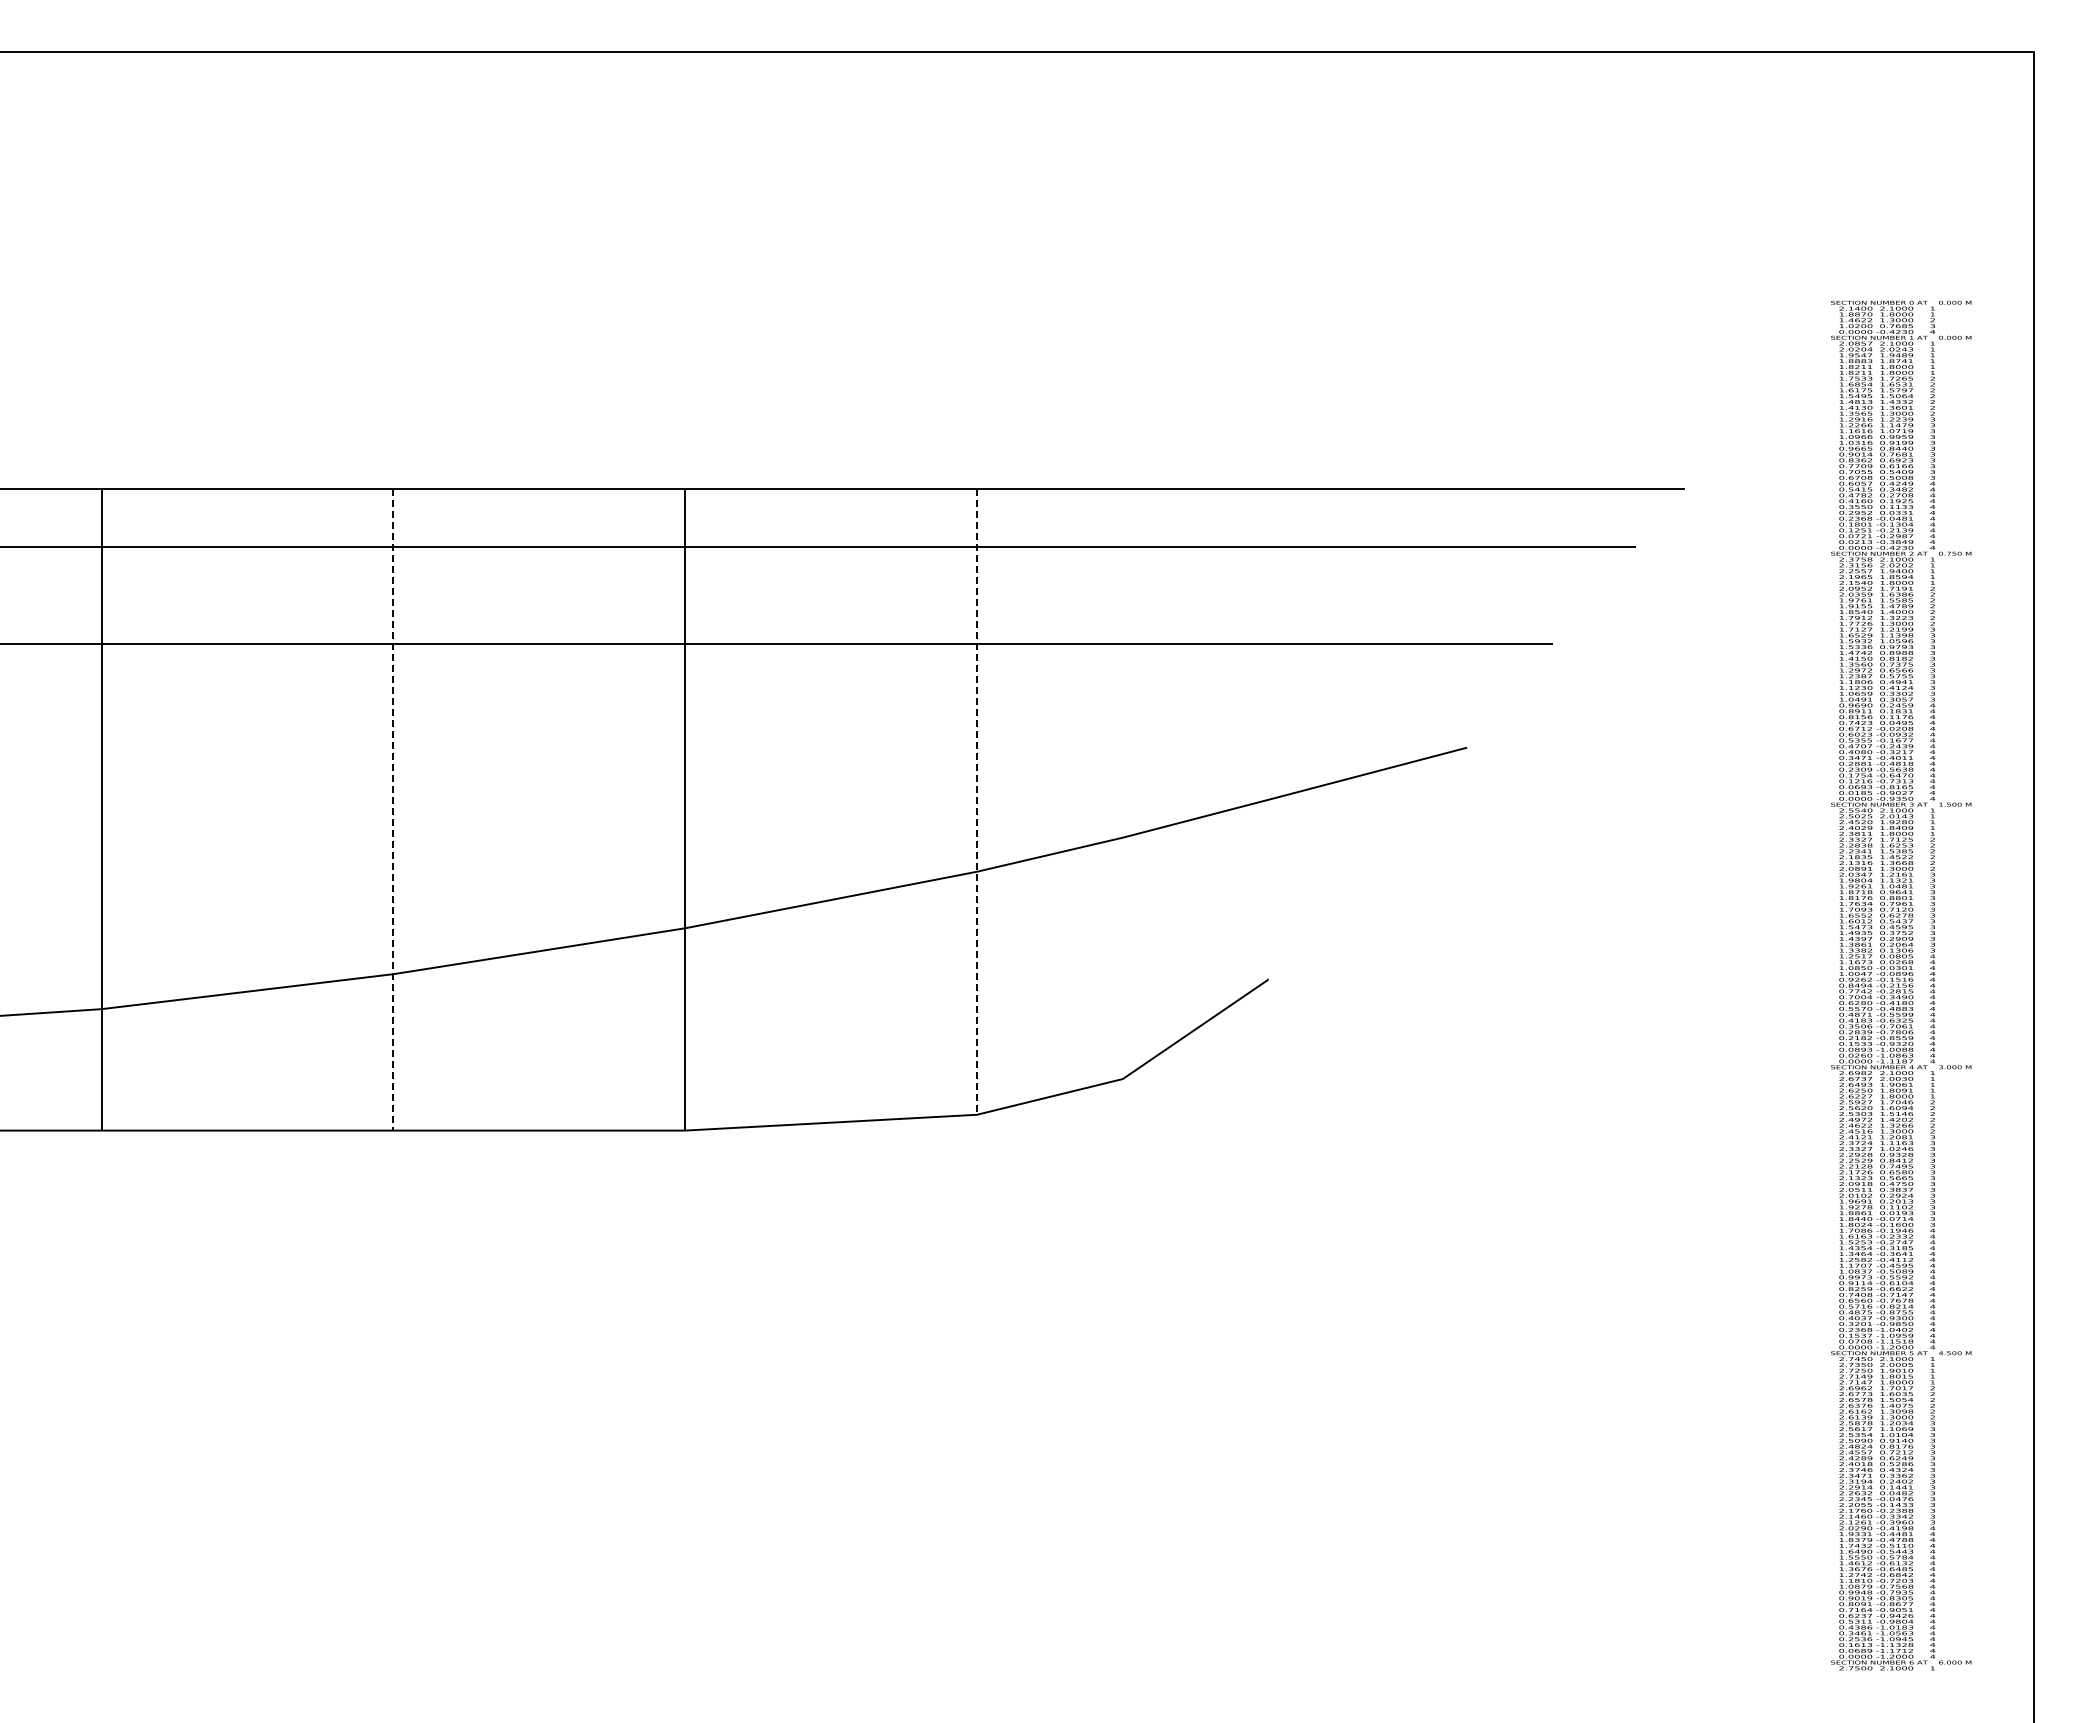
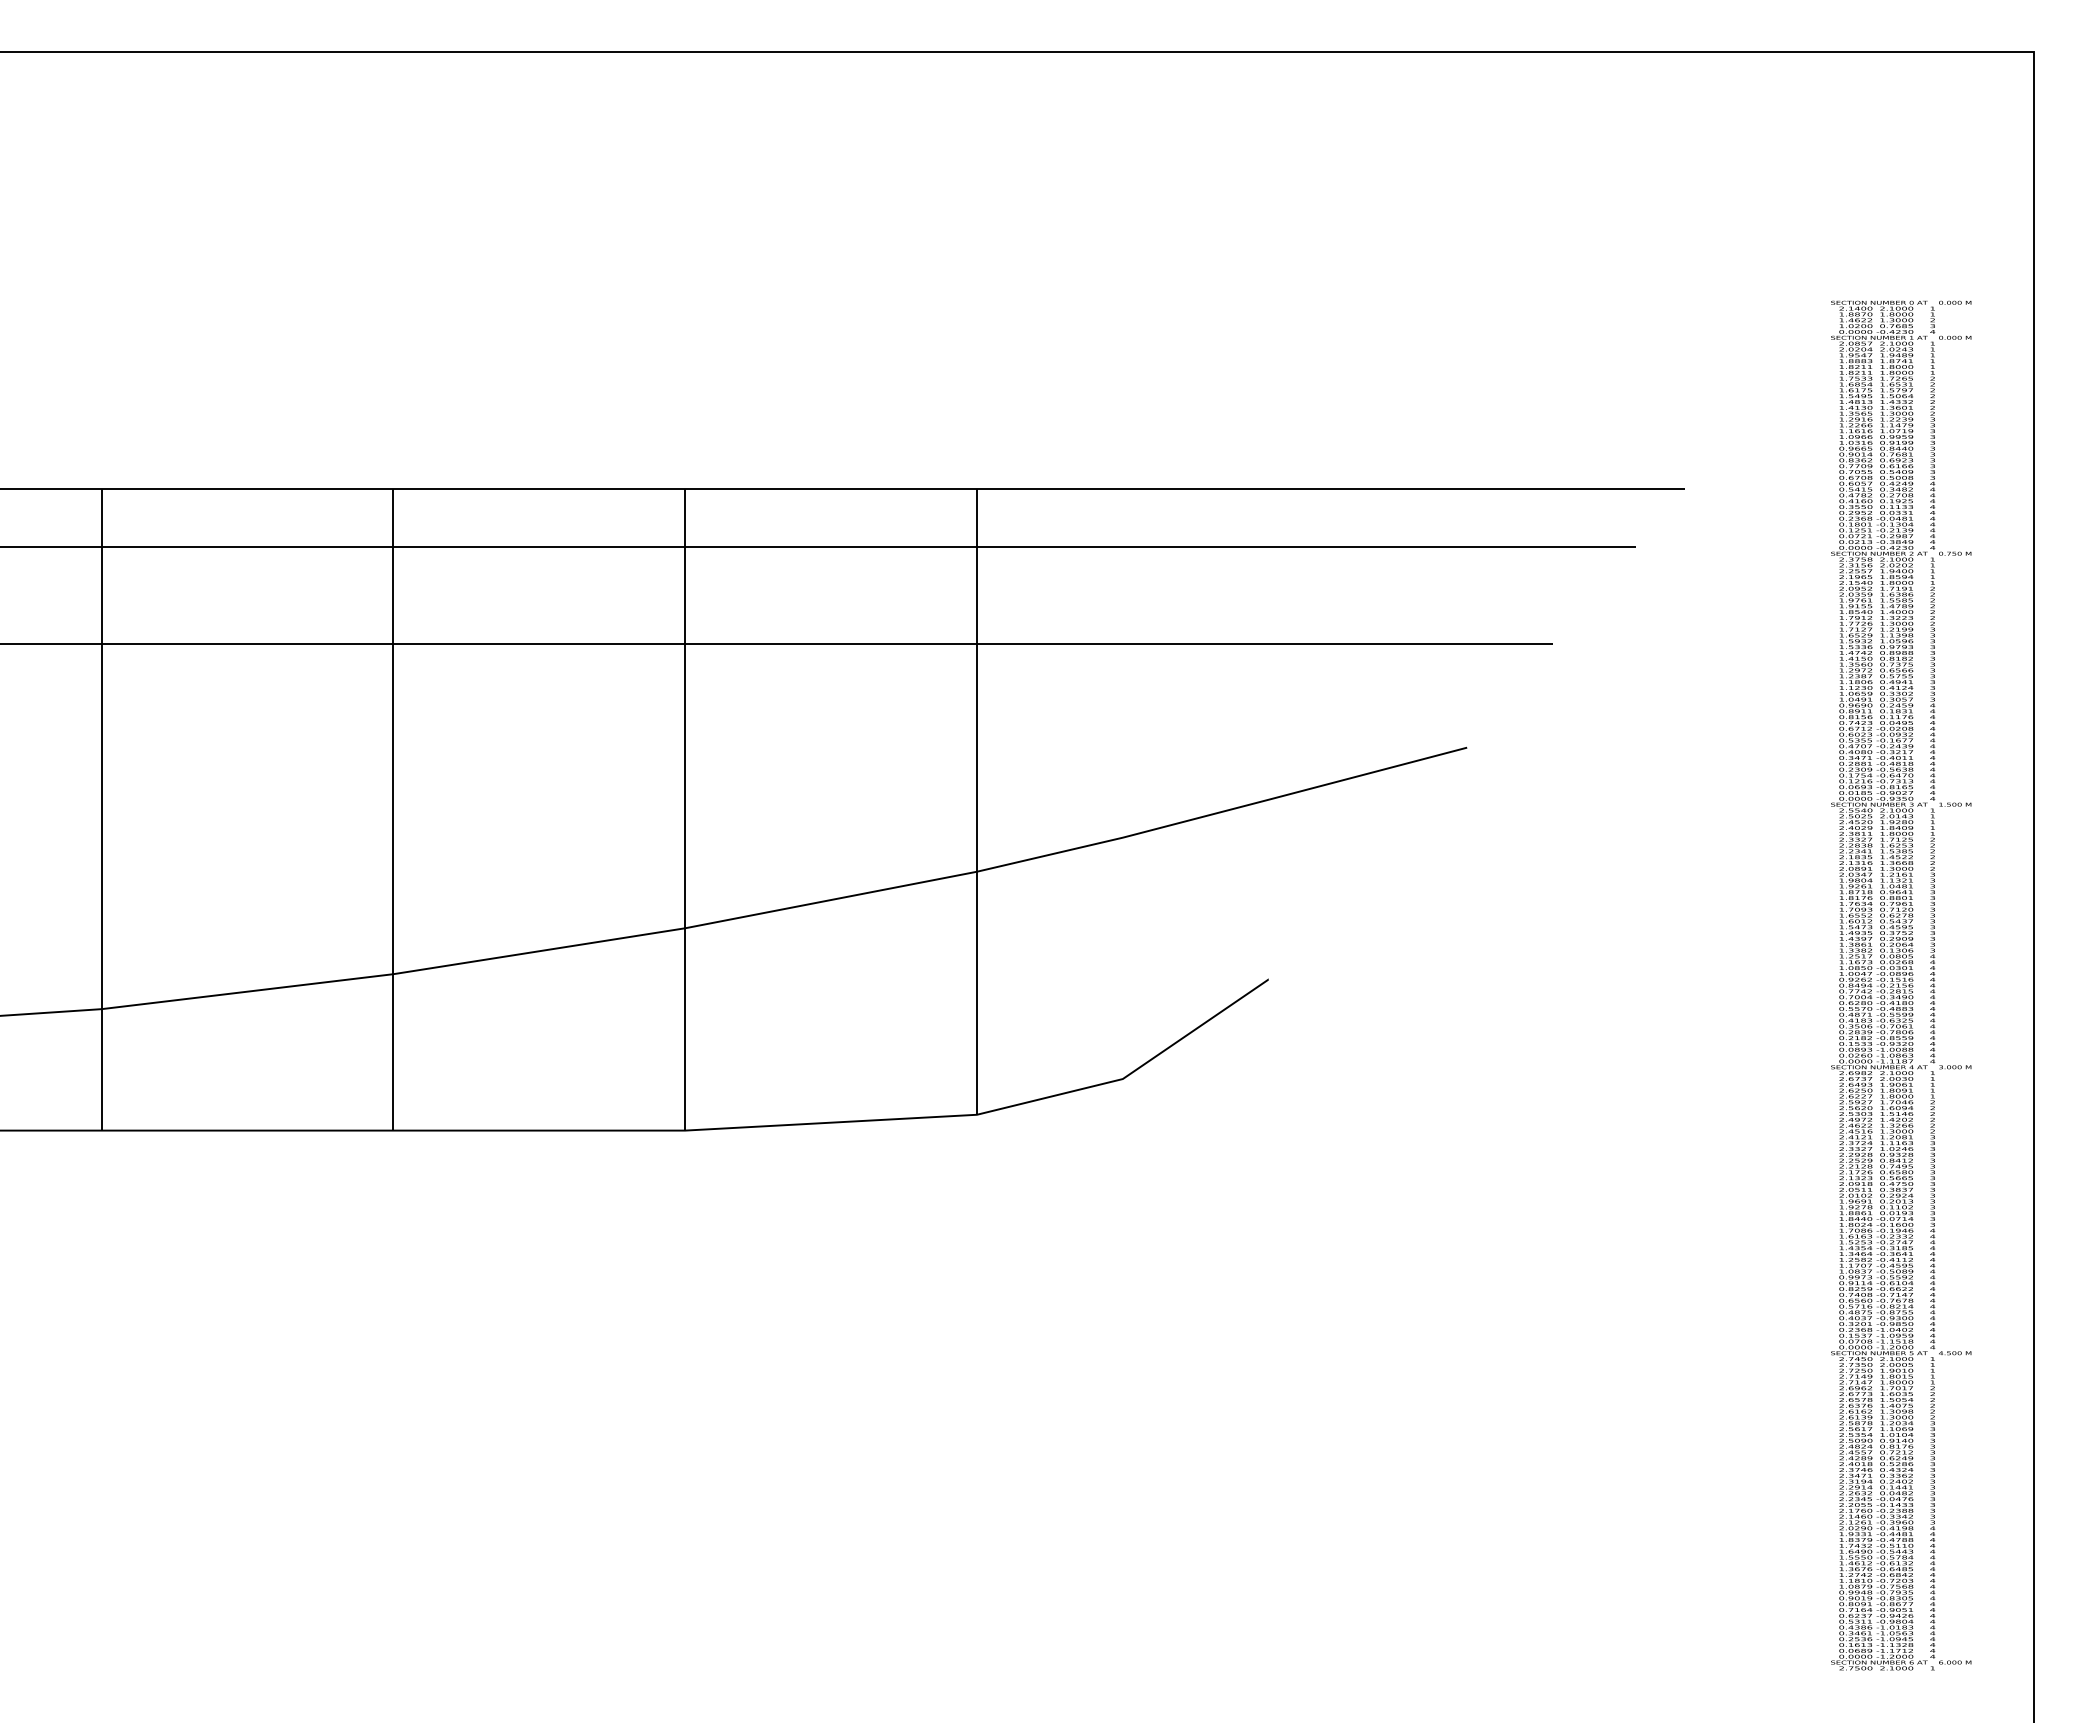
line at (976, 802): dashed -> solid
line at (393, 809): dashed -> solid
